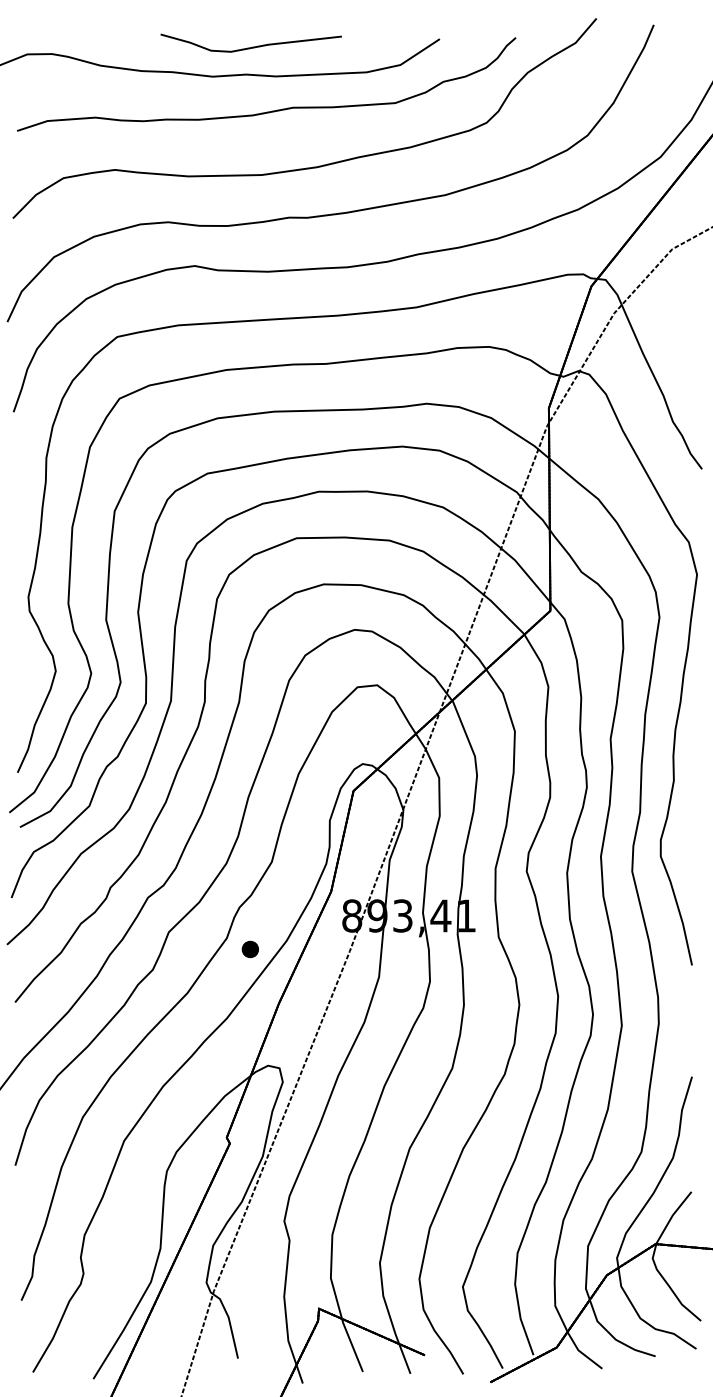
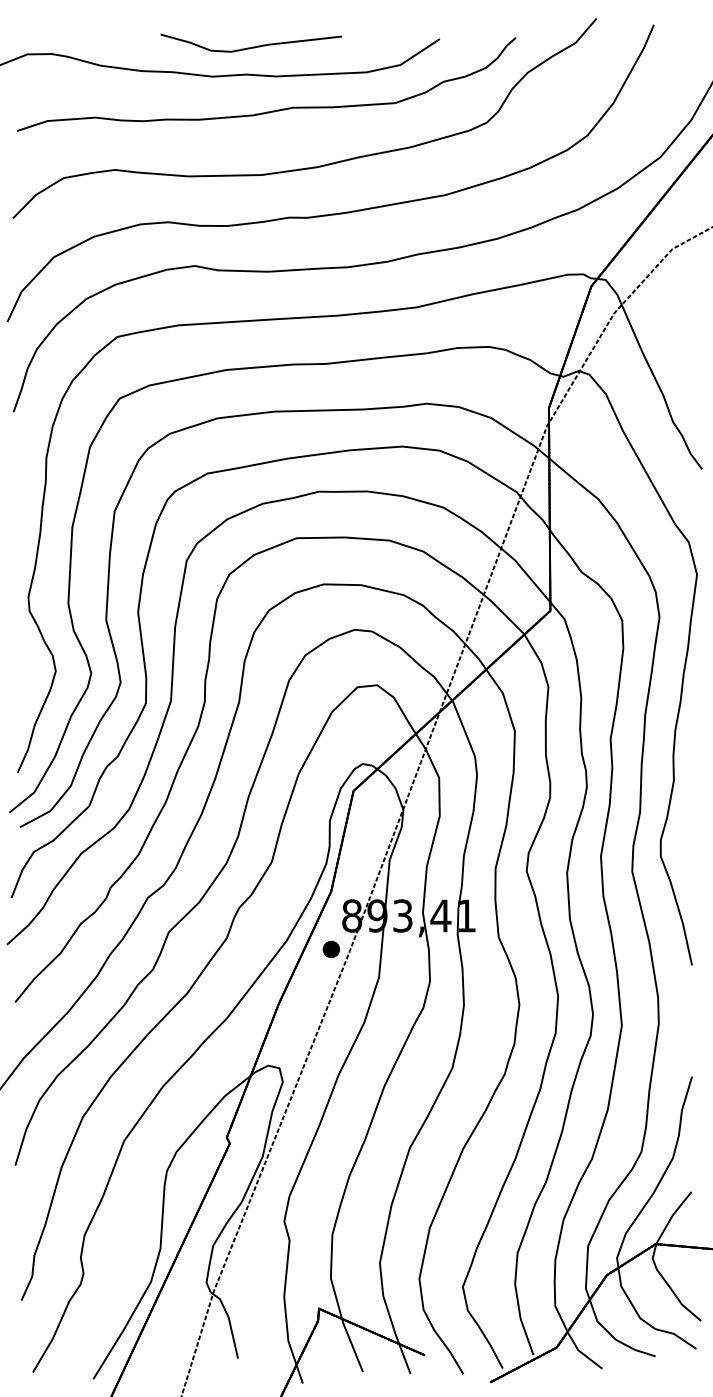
part at (249, 948) position: (249, 948) -> (330, 948)
